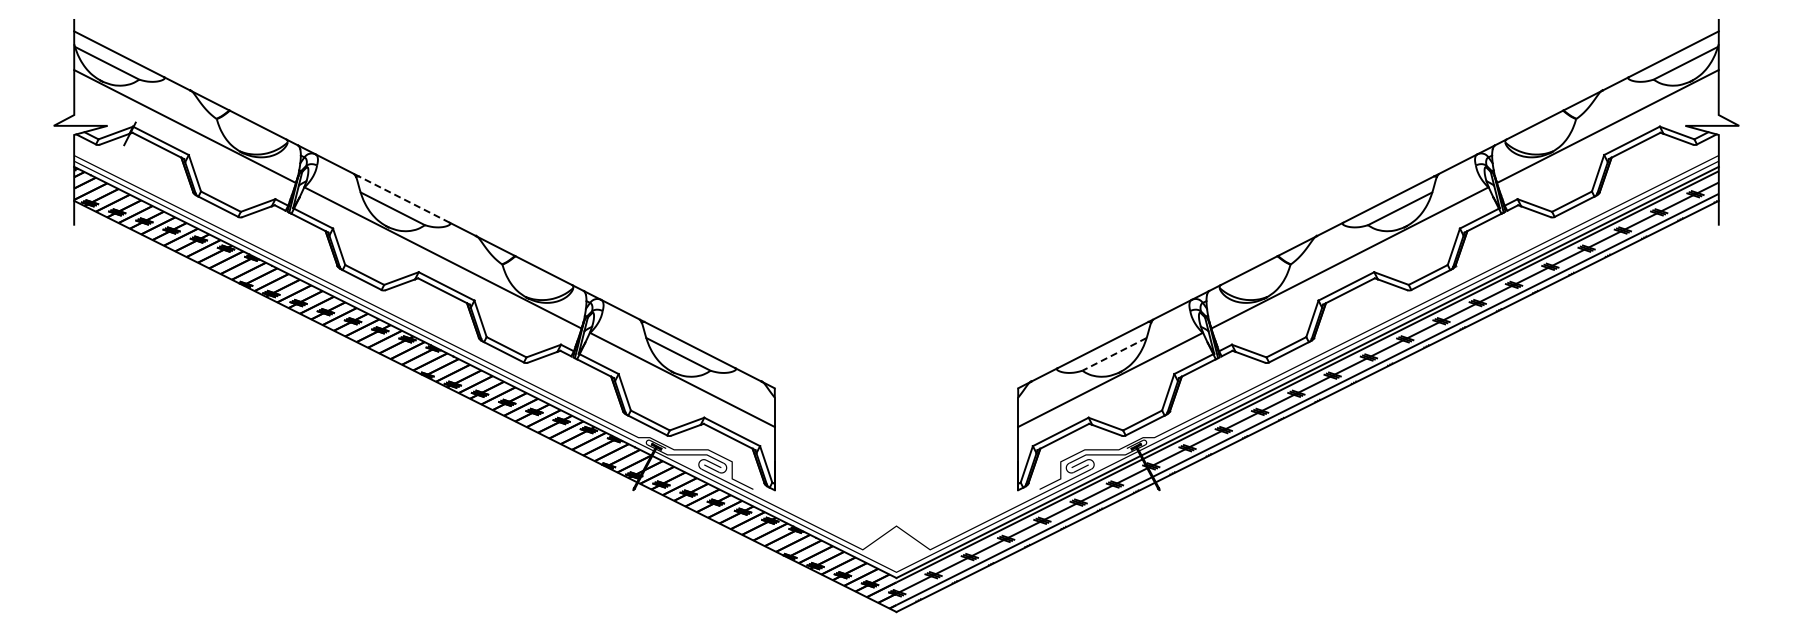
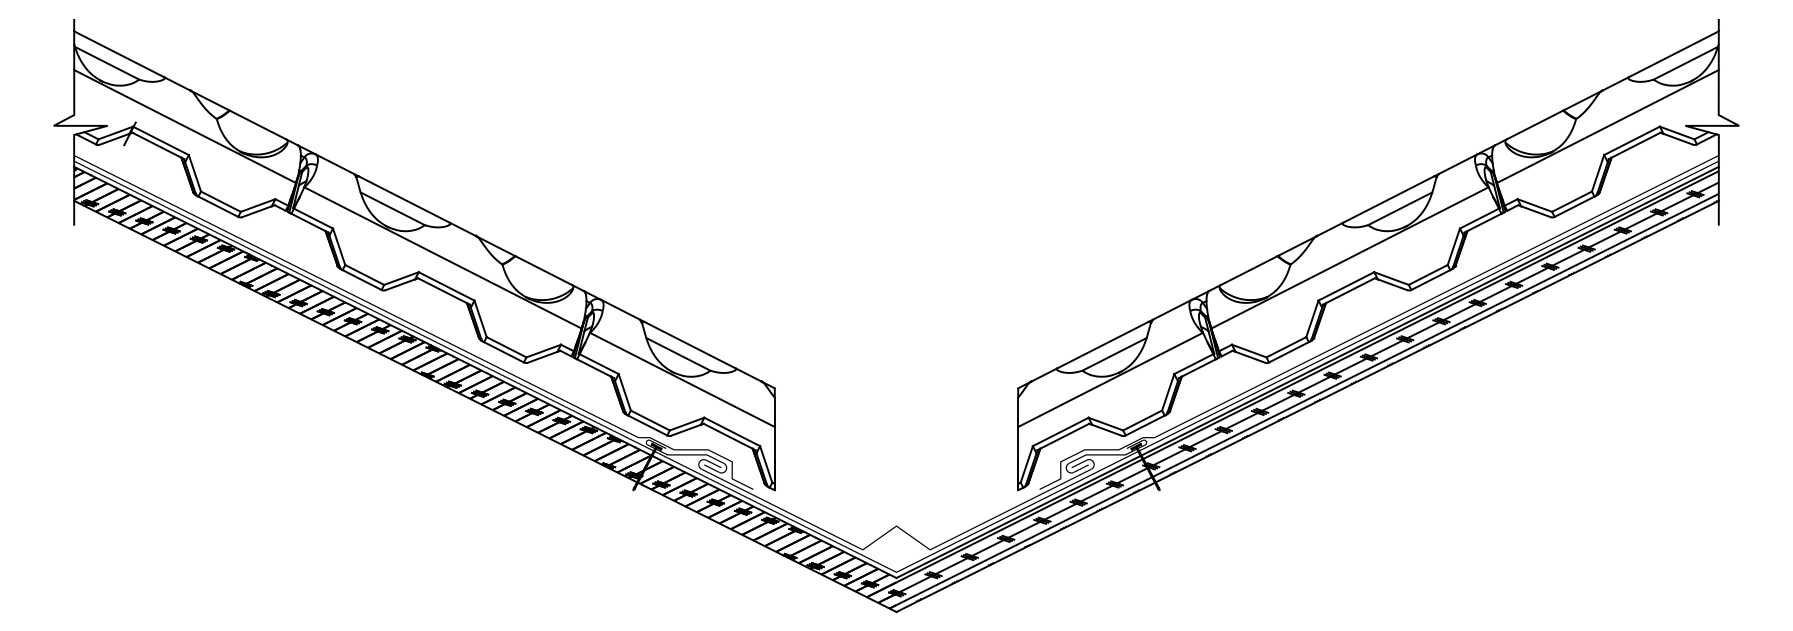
line at (403, 199): dashed -> solid
line at (1114, 354): dashed -> solid
